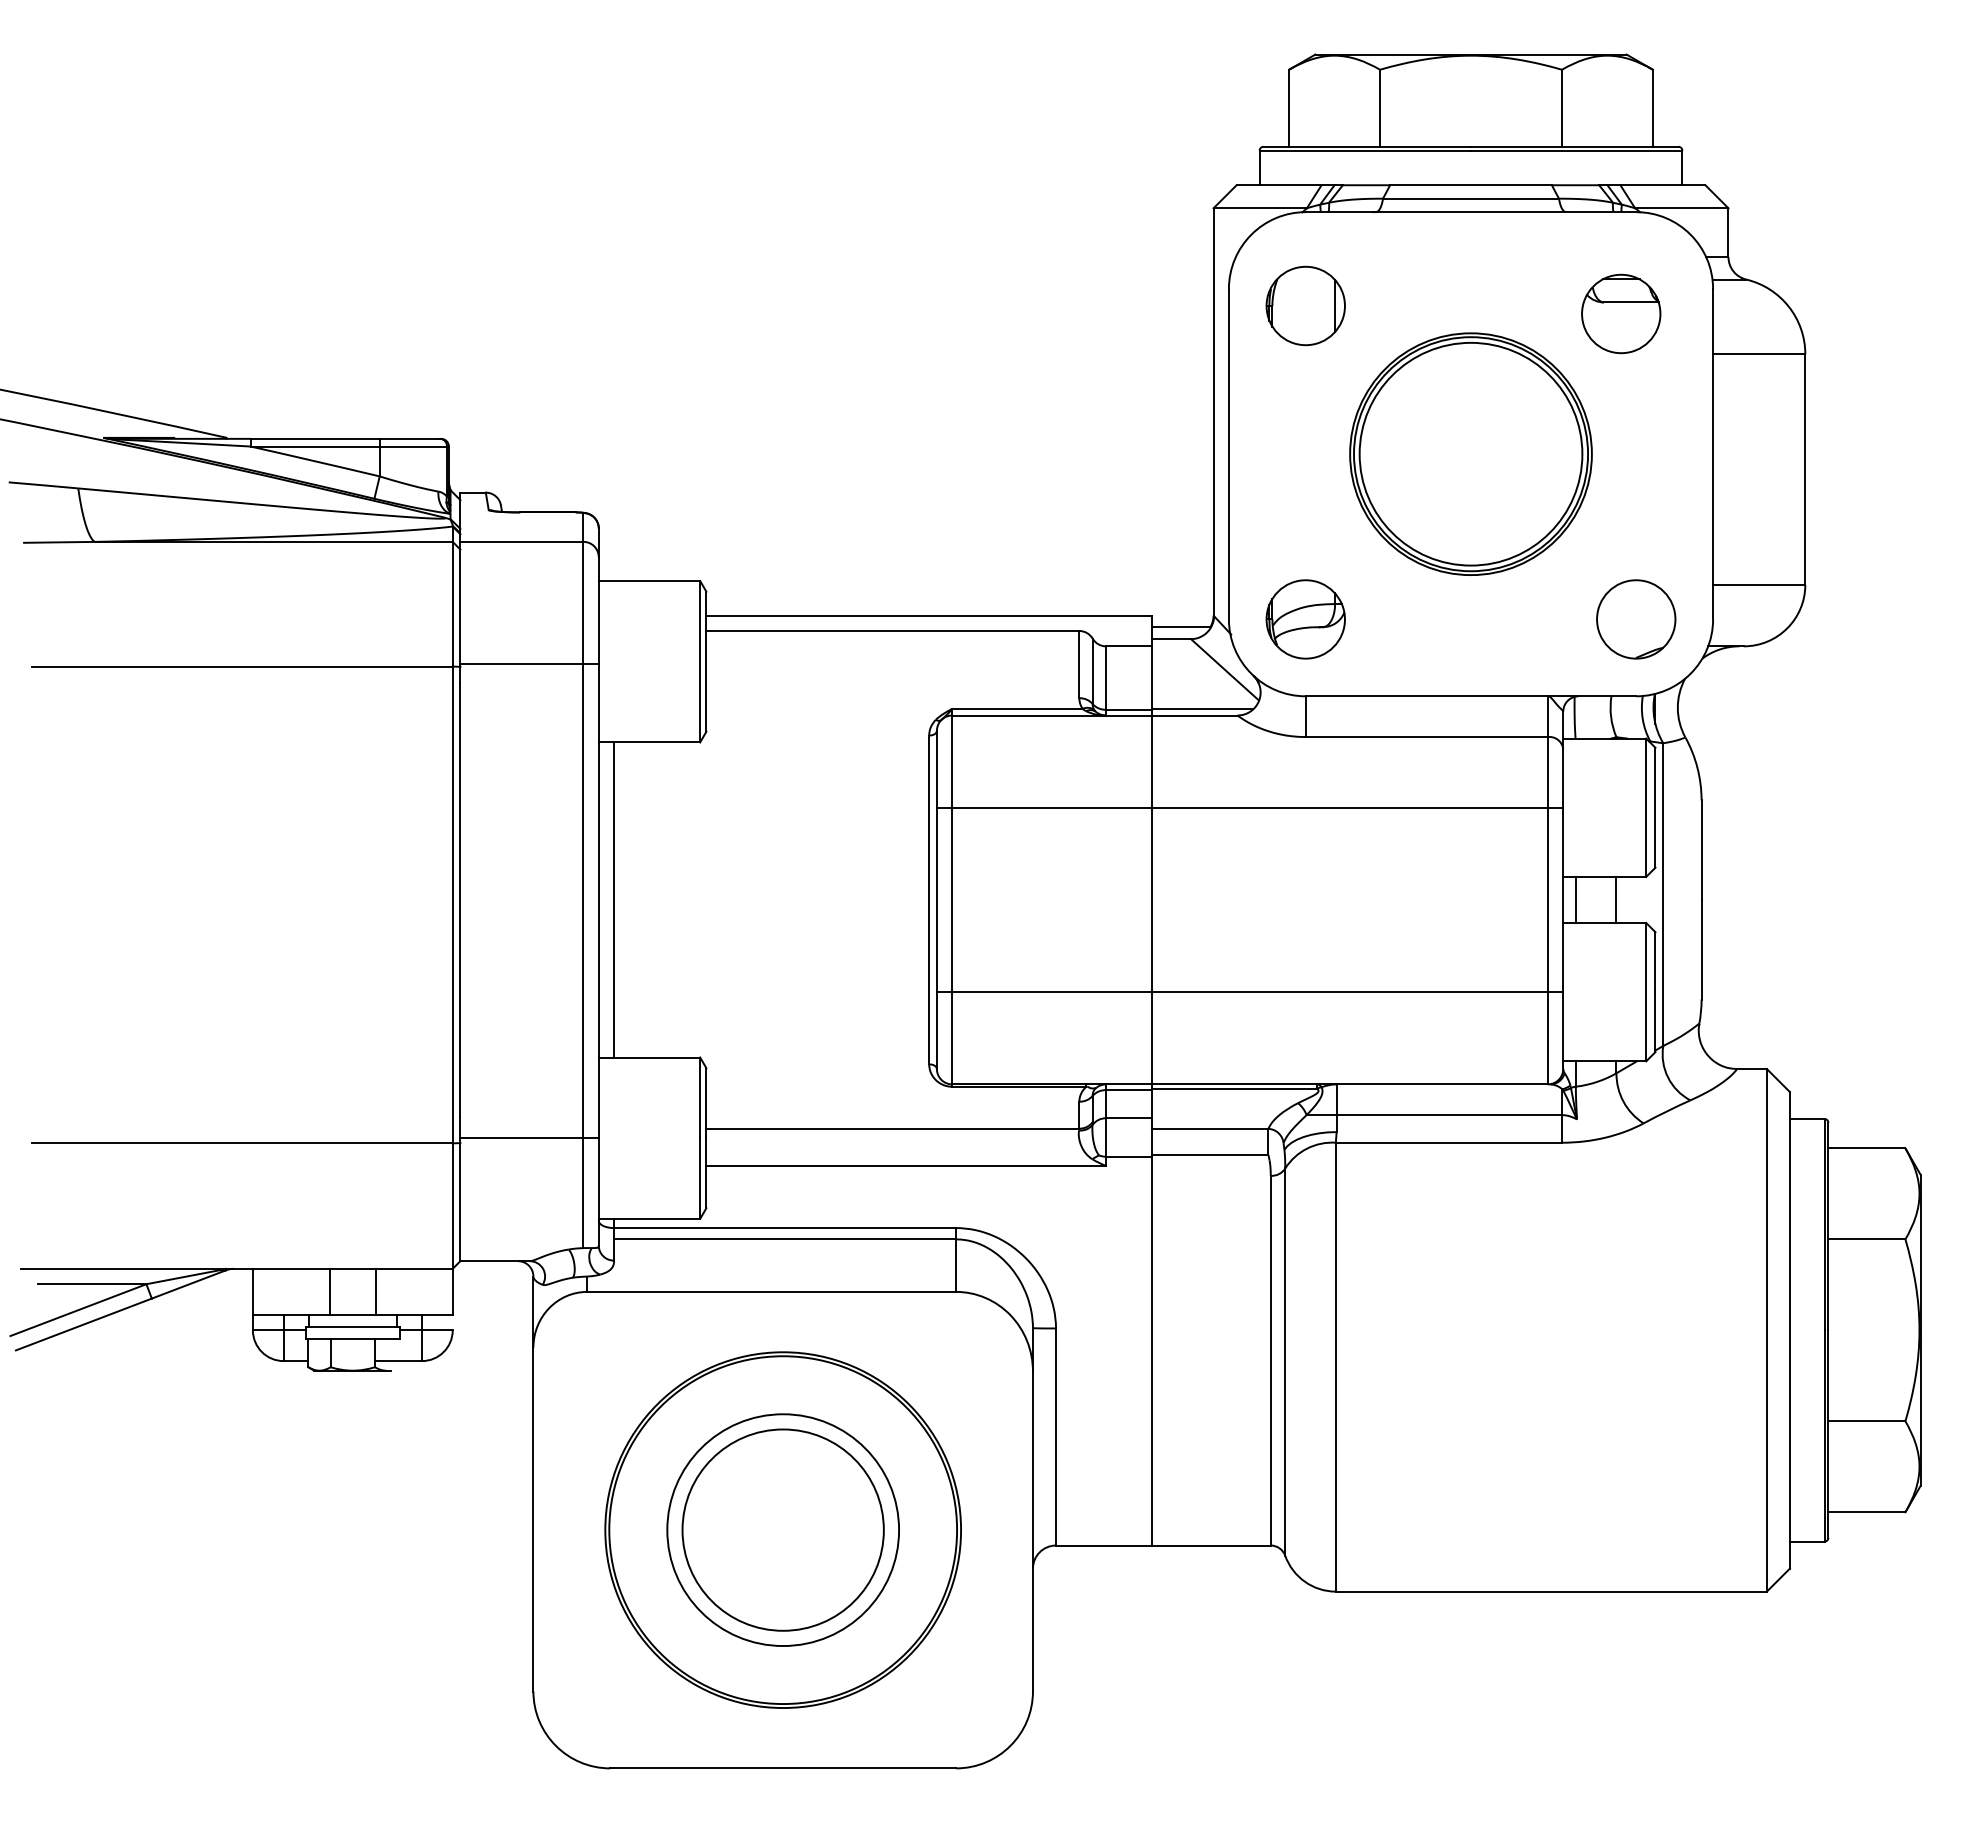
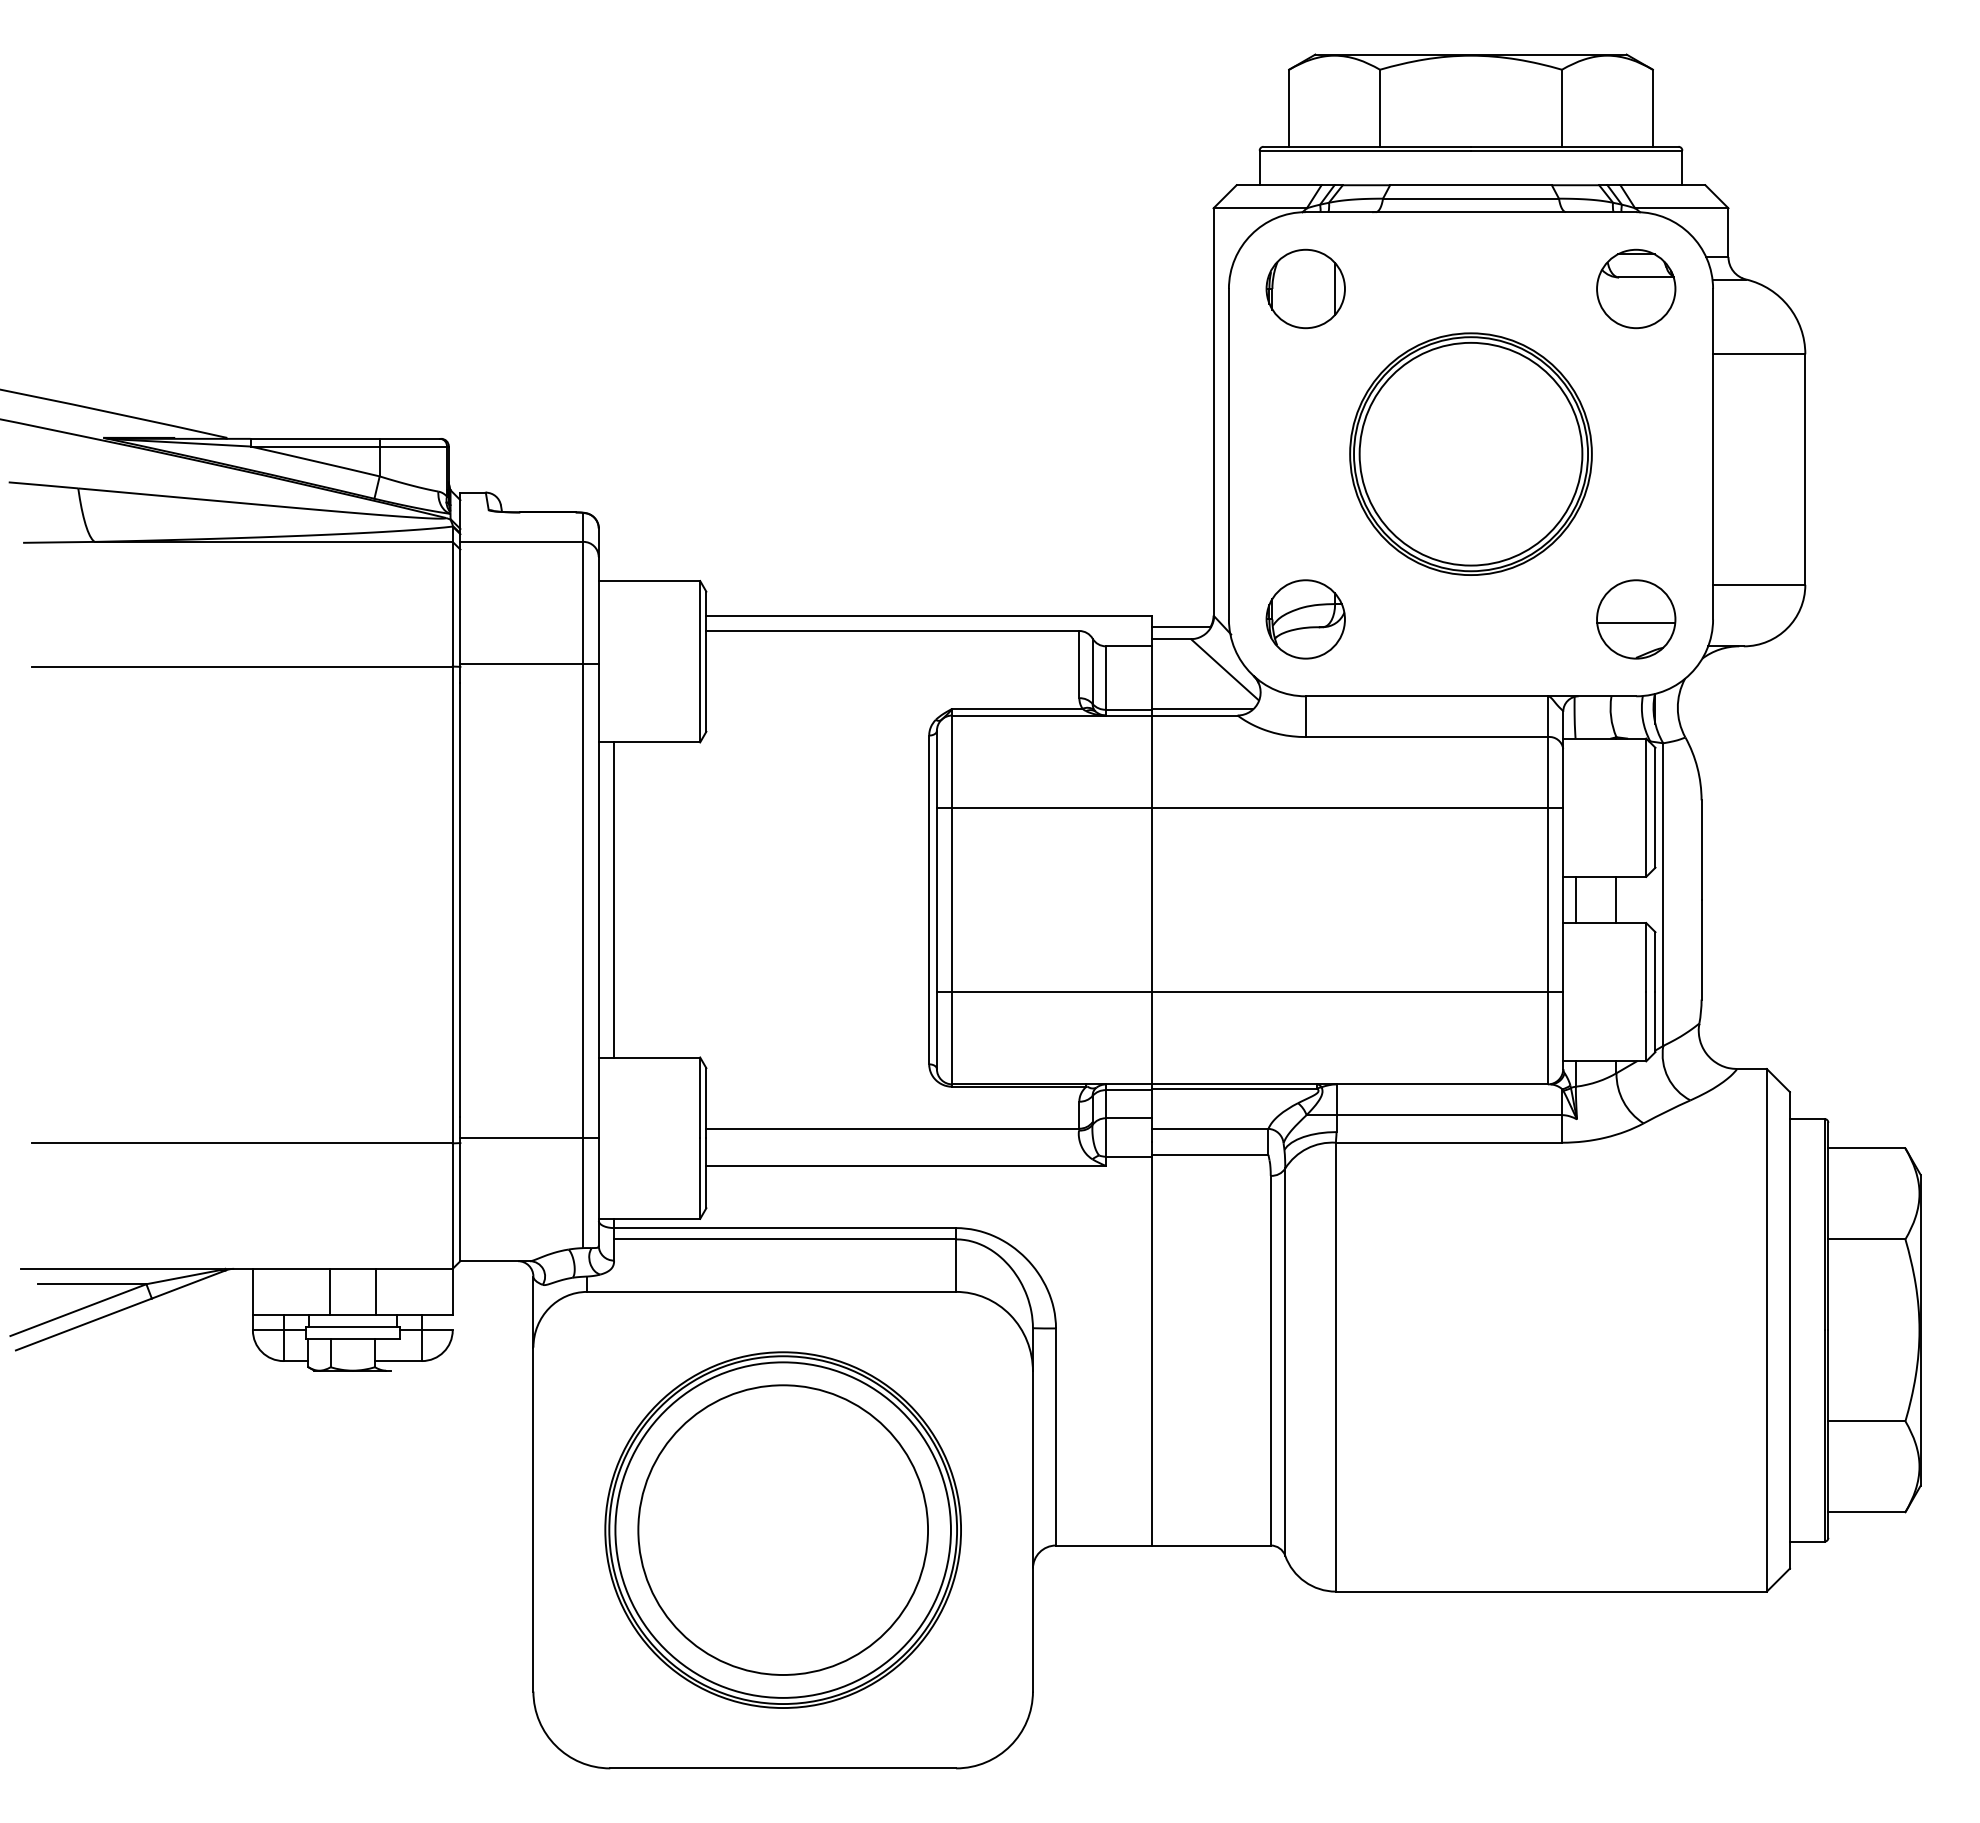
part at (1305, 305) position: (1305, 305) -> (1305, 288)
part at (1621, 313) position: (1621, 313) -> (1636, 288)
line at (1636, 623): none -> present
circle at (782, 1529) diameter: 201 px -> 336 px
circle at (783, 1530) diameter: 232 px -> 290 px
